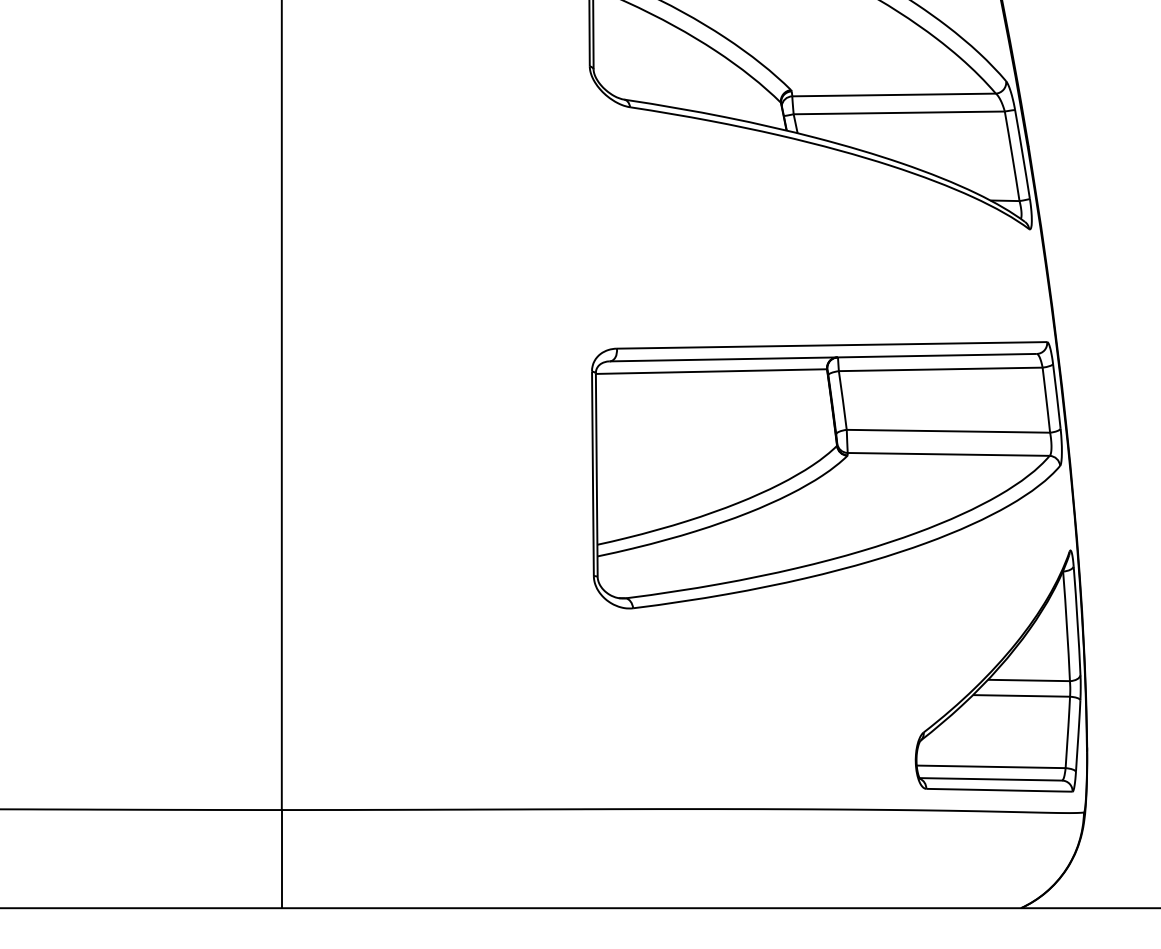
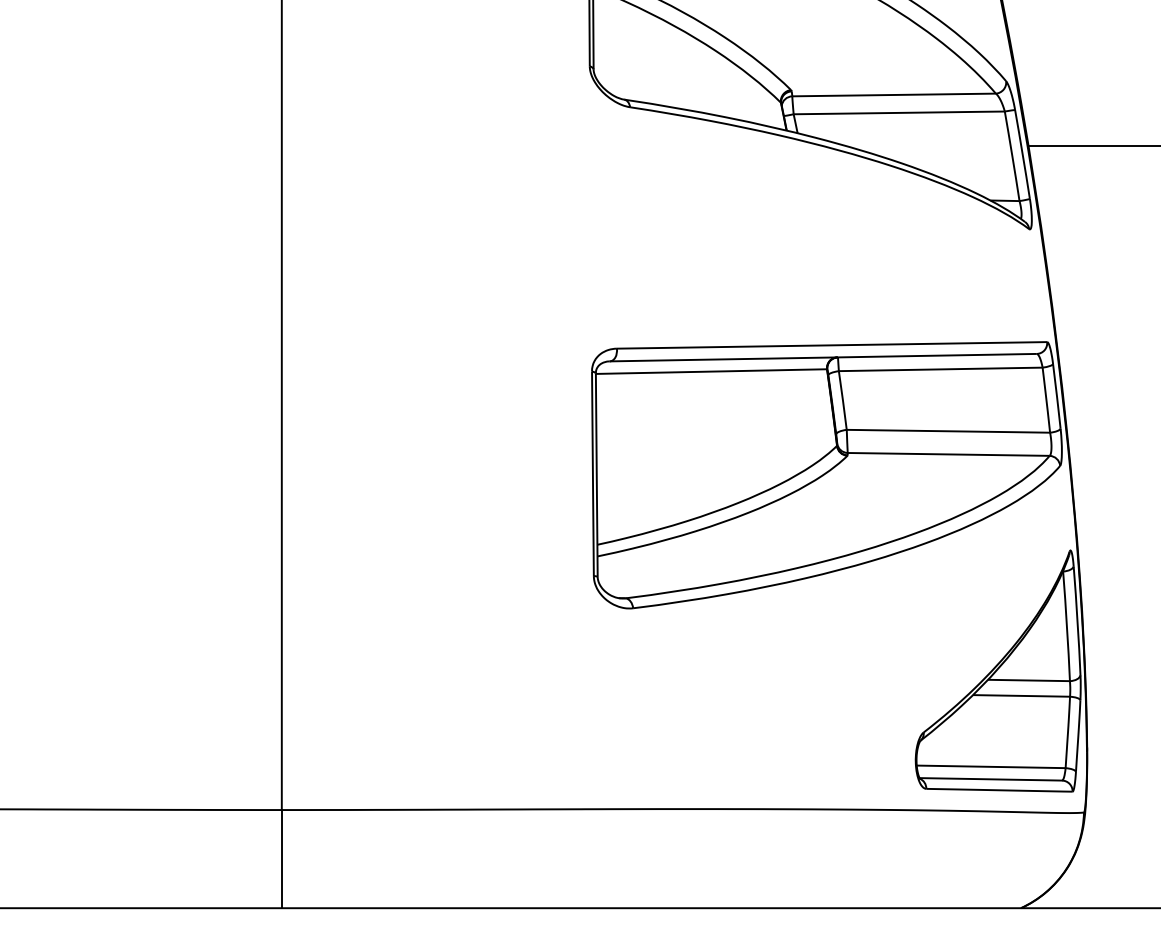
line at (1092, 145): none -> present
